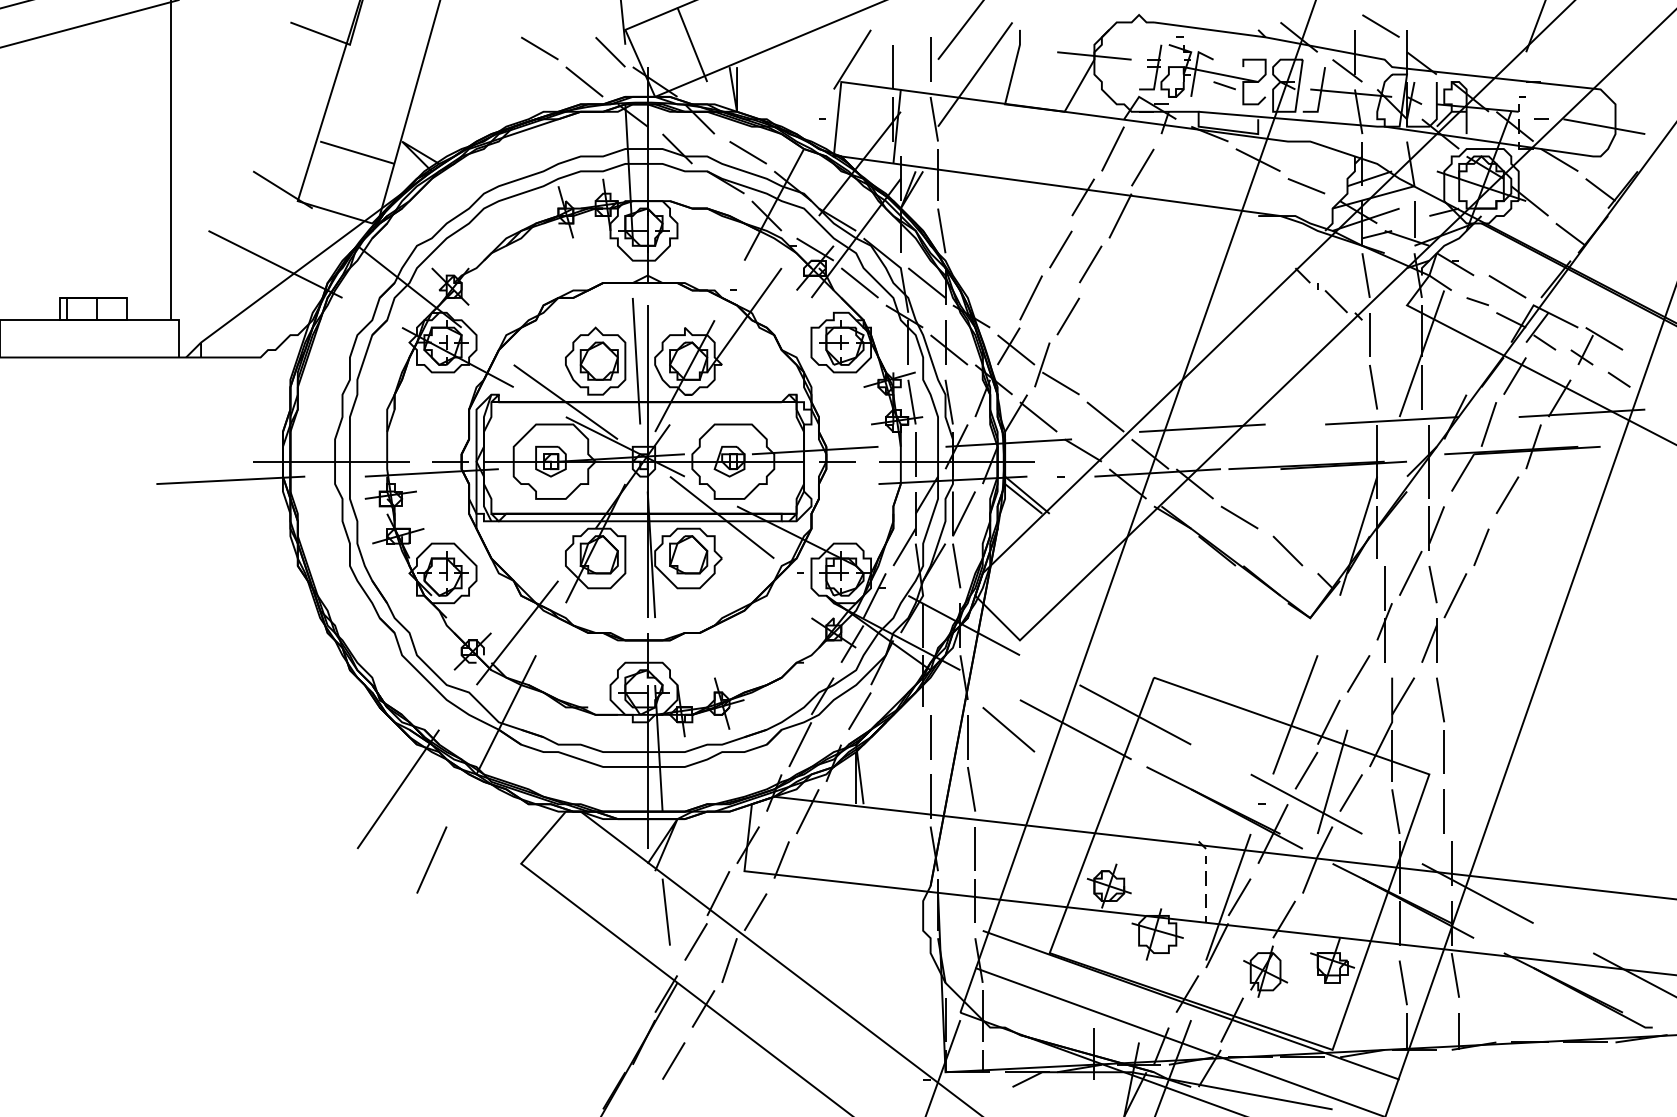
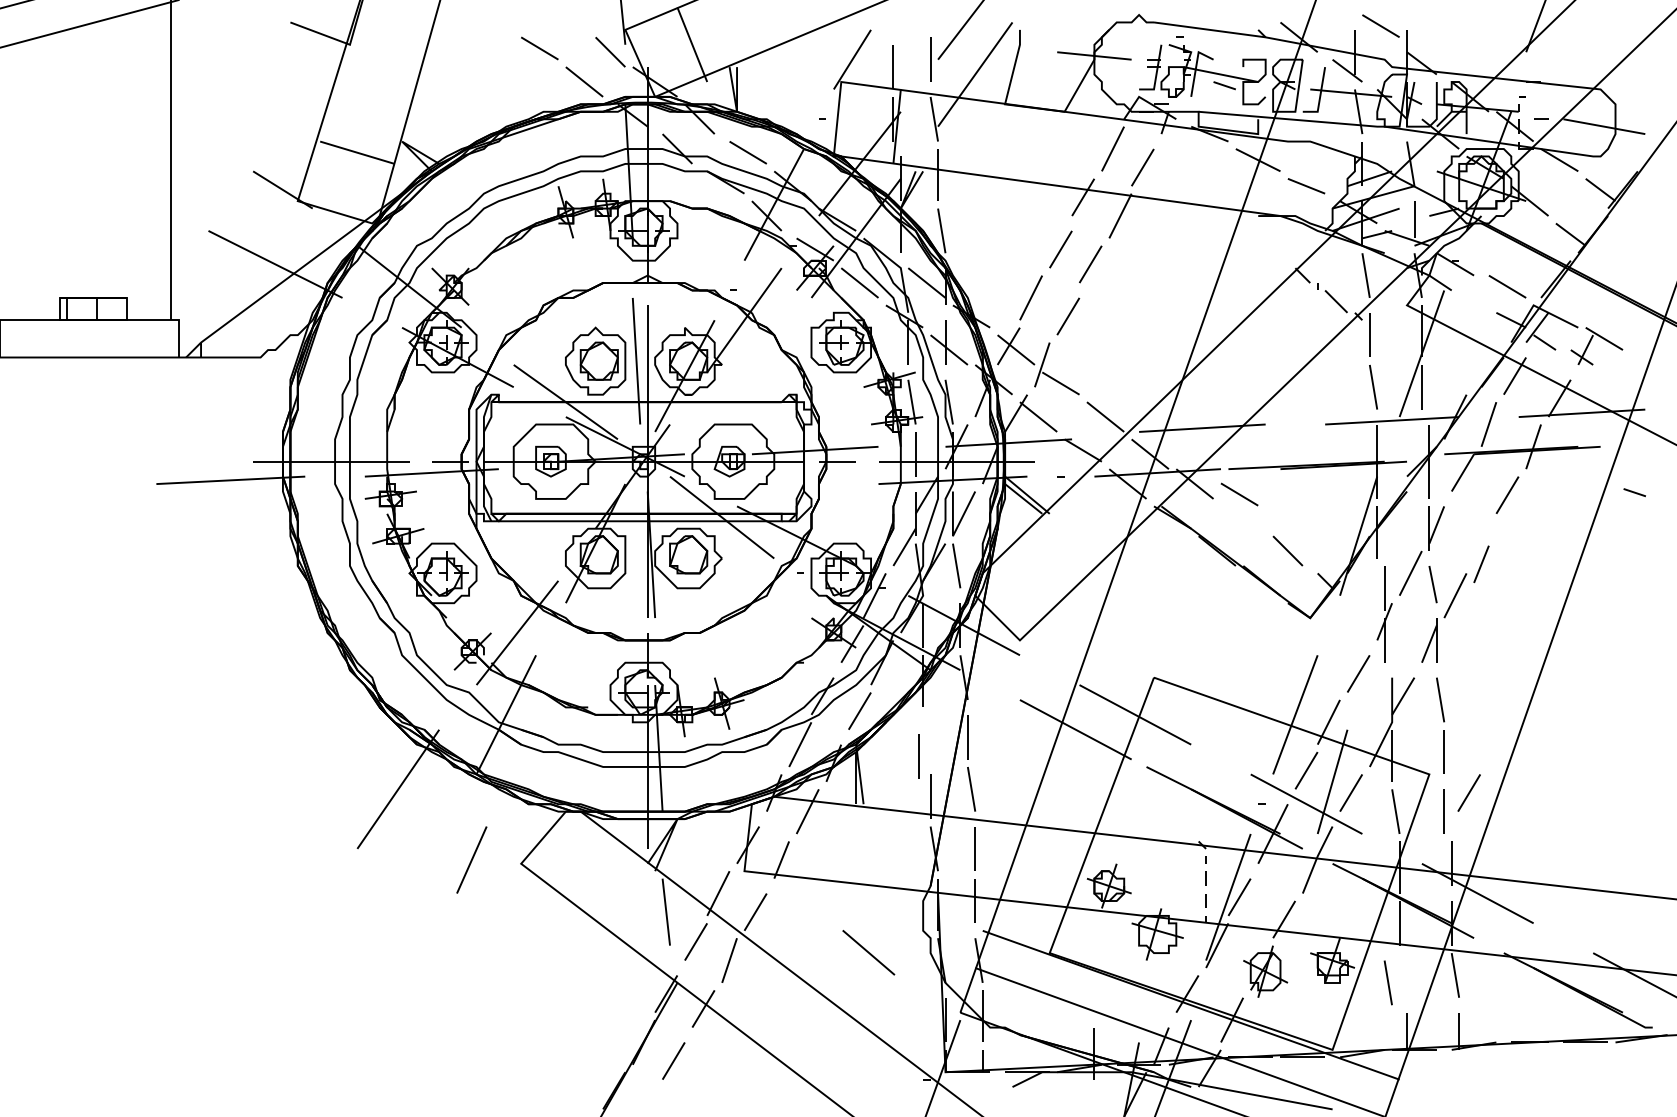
line at (1477, 301) position: (1477, 301) -> (1634, 492)
line at (1618, 379): present -> none
line at (1239, 517) position: (1239, 517) -> (1239, 494)
line at (1481, 547) position: (1481, 547) -> (1481, 564)
line at (1008, 729) position: (1008, 729) -> (868, 952)
line at (930, 737) position: (930, 737) -> (918, 756)
line at (1468, 792): none -> present
line at (431, 859) position: (431, 859) -> (471, 859)
line at (1402, 982) position: (1402, 982) -> (1387, 982)
